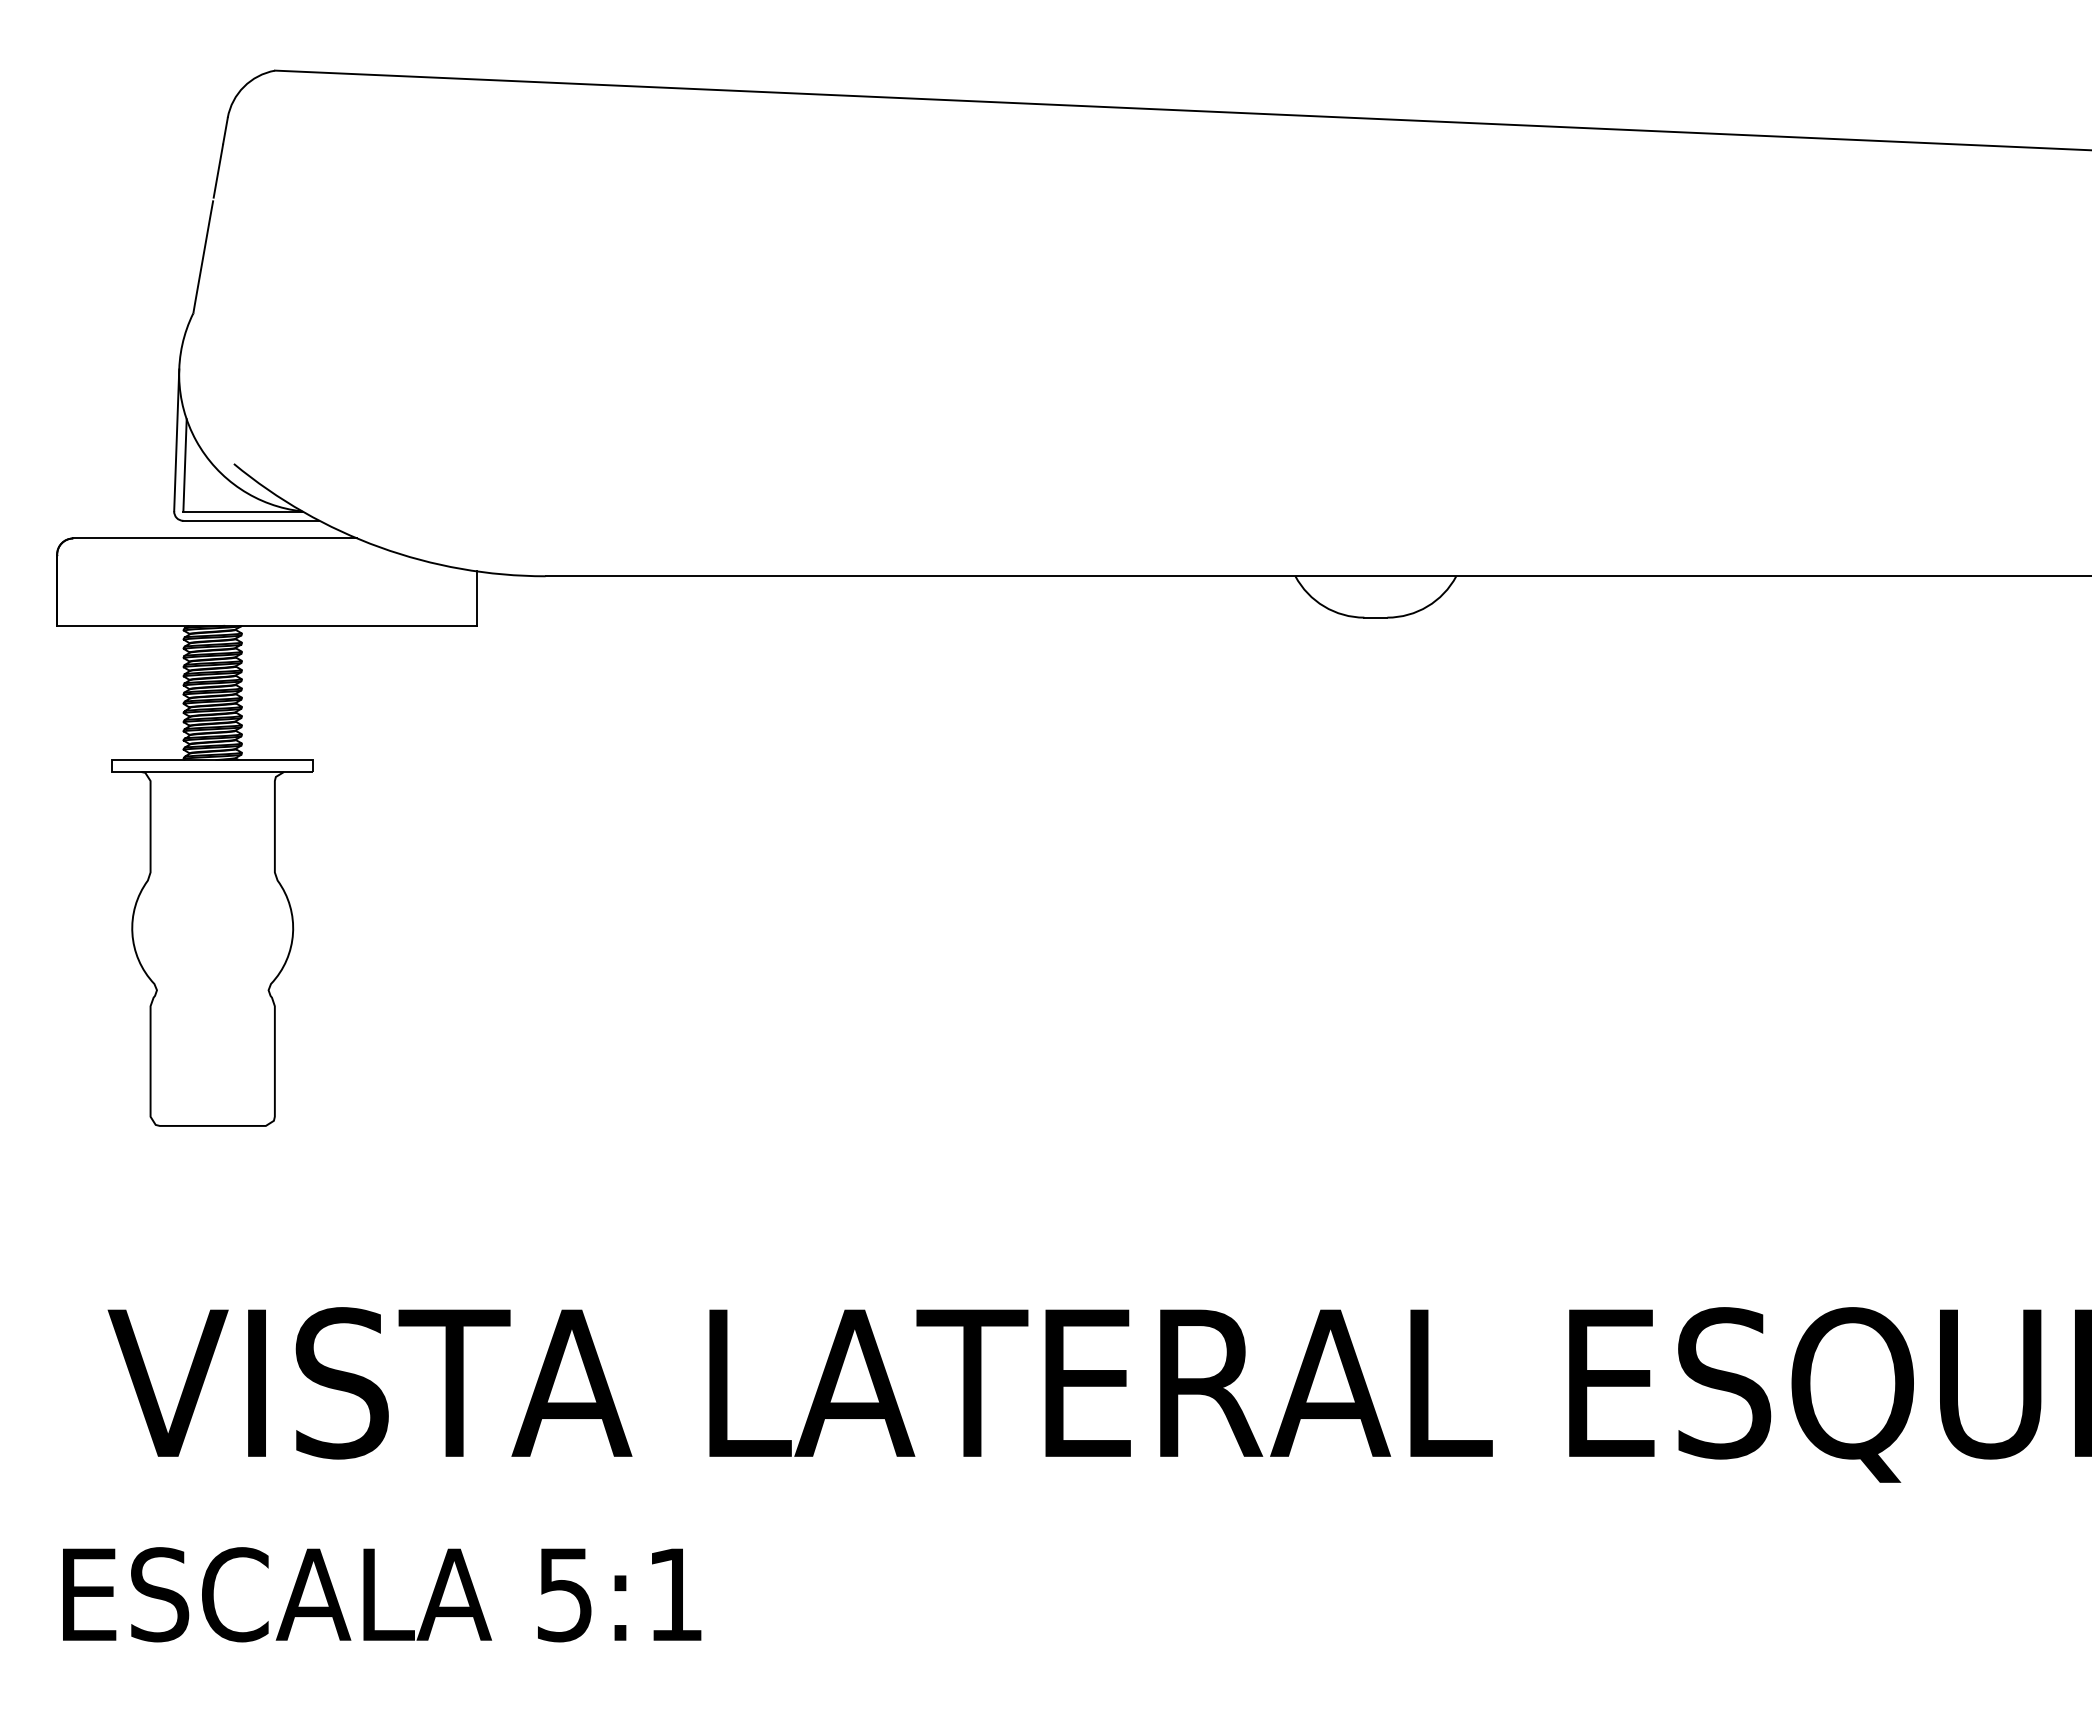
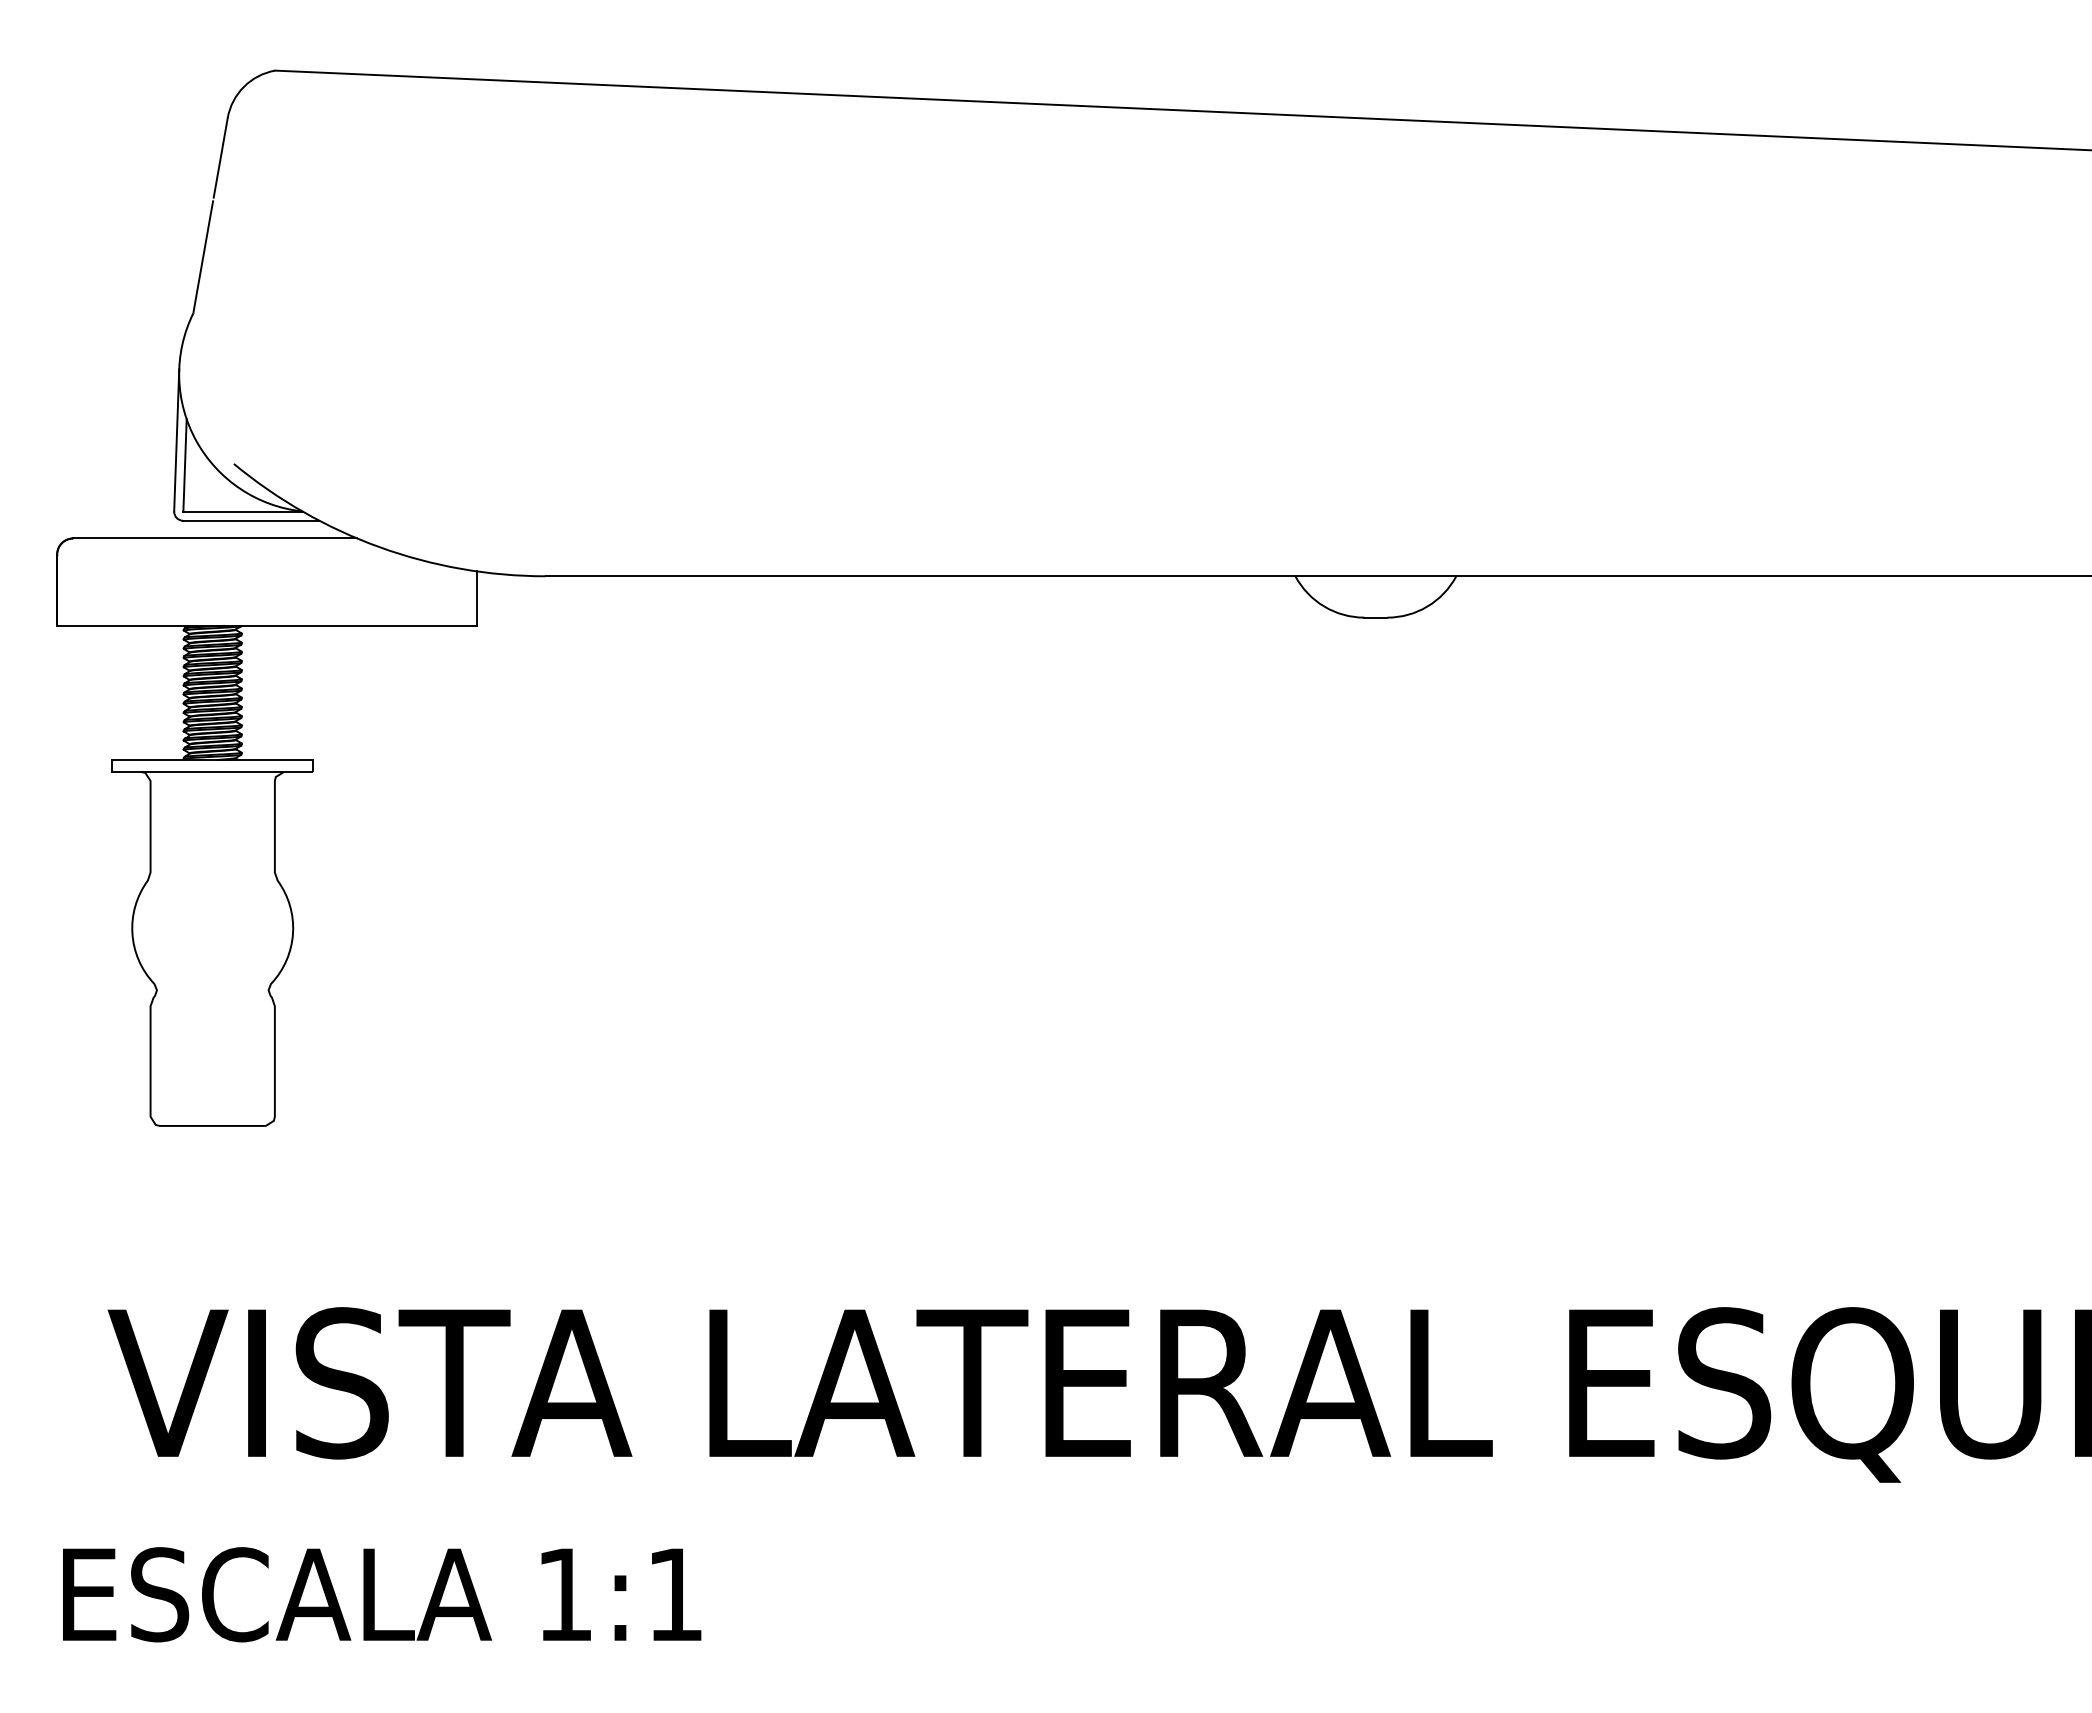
text at (564, 1595): 5:1 -> 1:1
